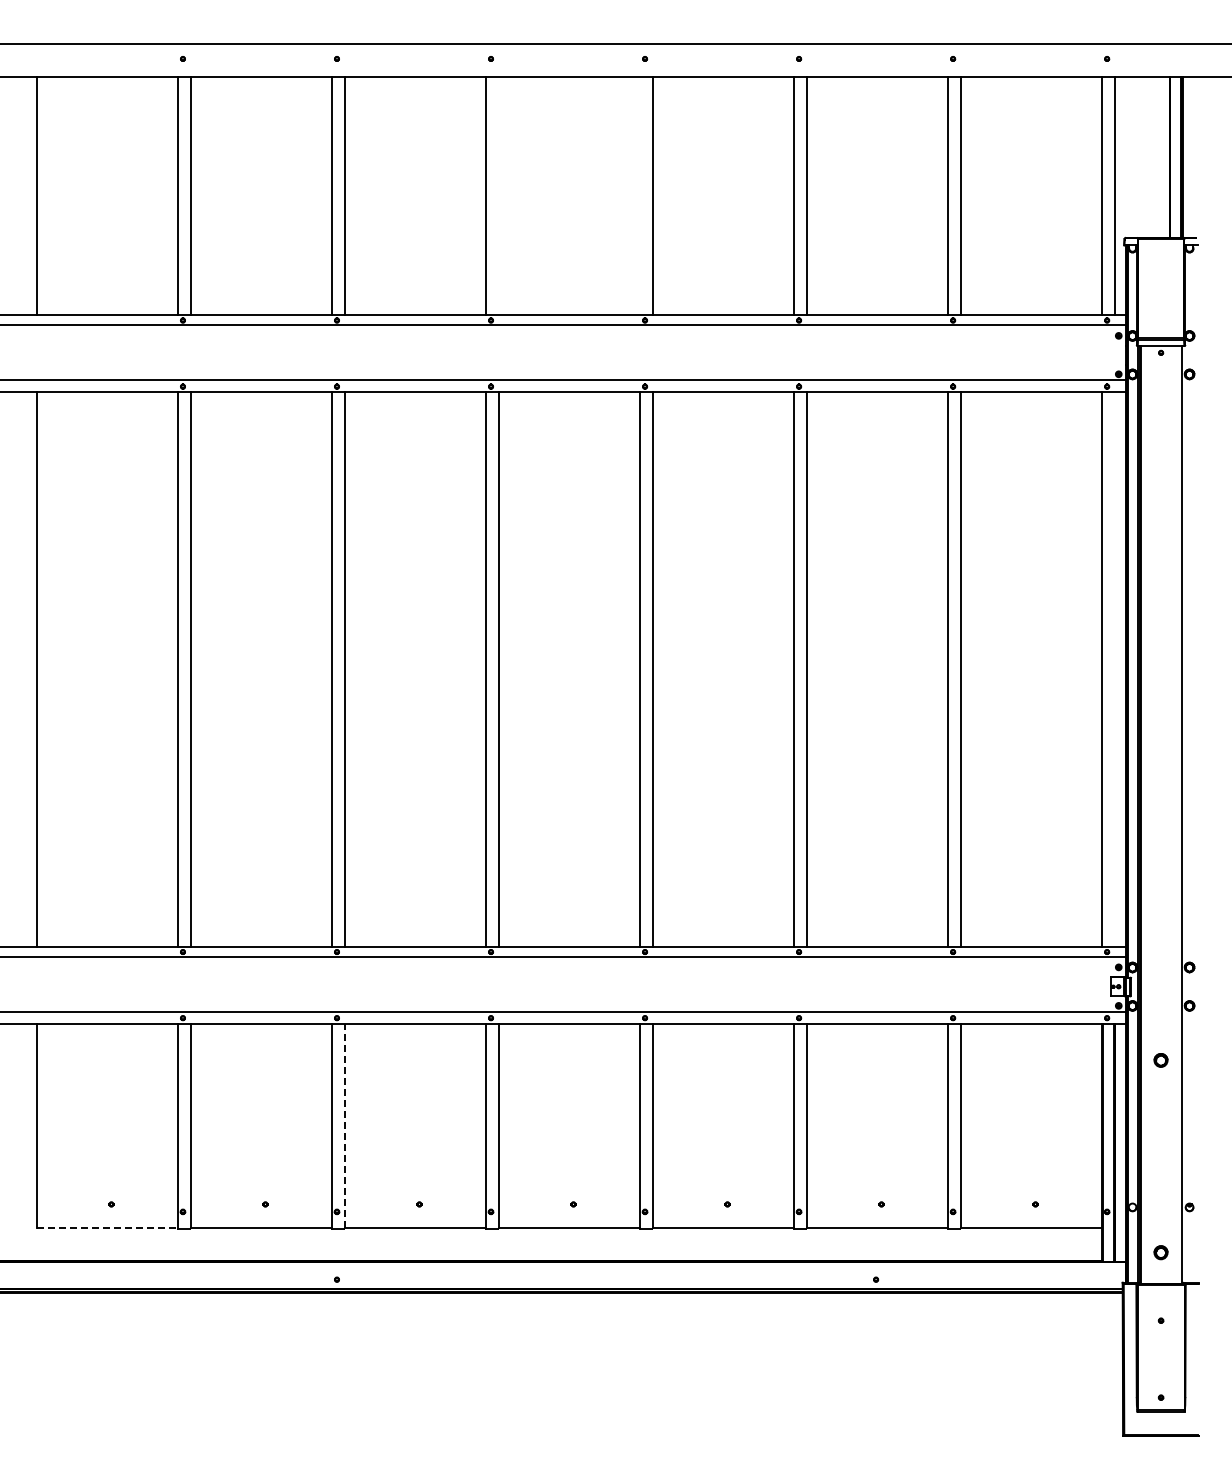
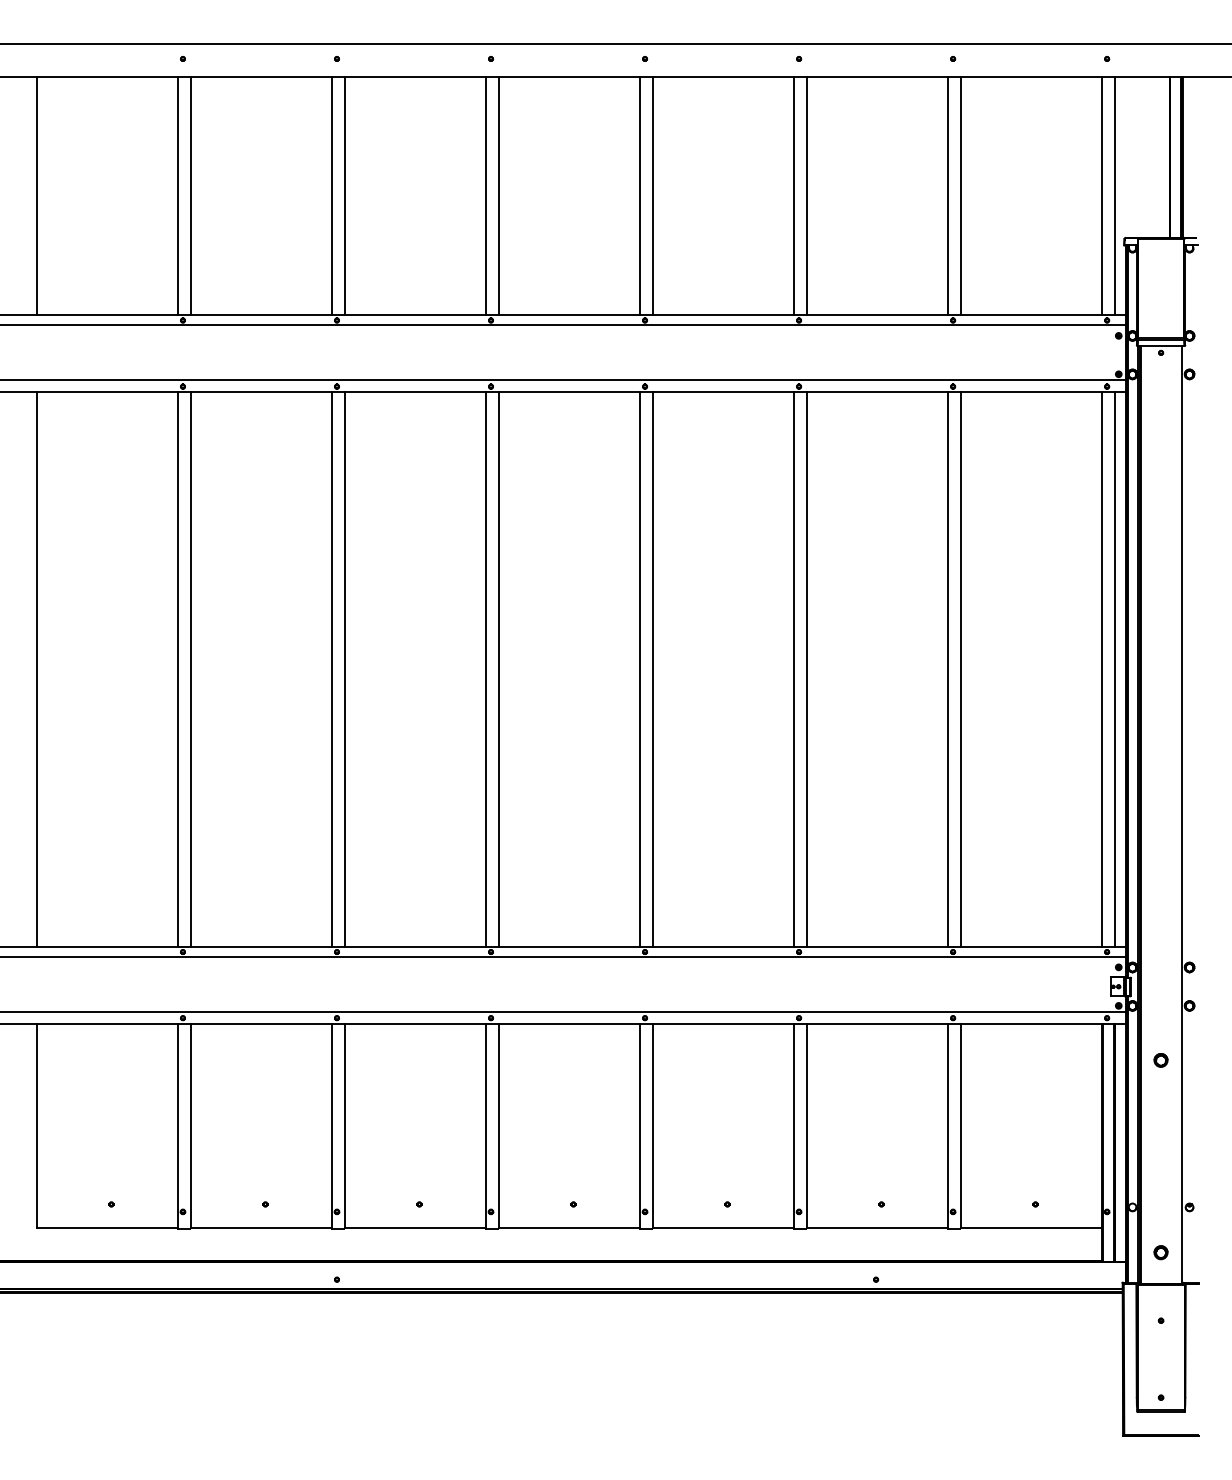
line at (499, 195): none -> present
line at (639, 195): none -> present
line at (1115, 668): none -> present
line at (345, 1125): dashed -> solid
line at (107, 1227): dashed -> solid
